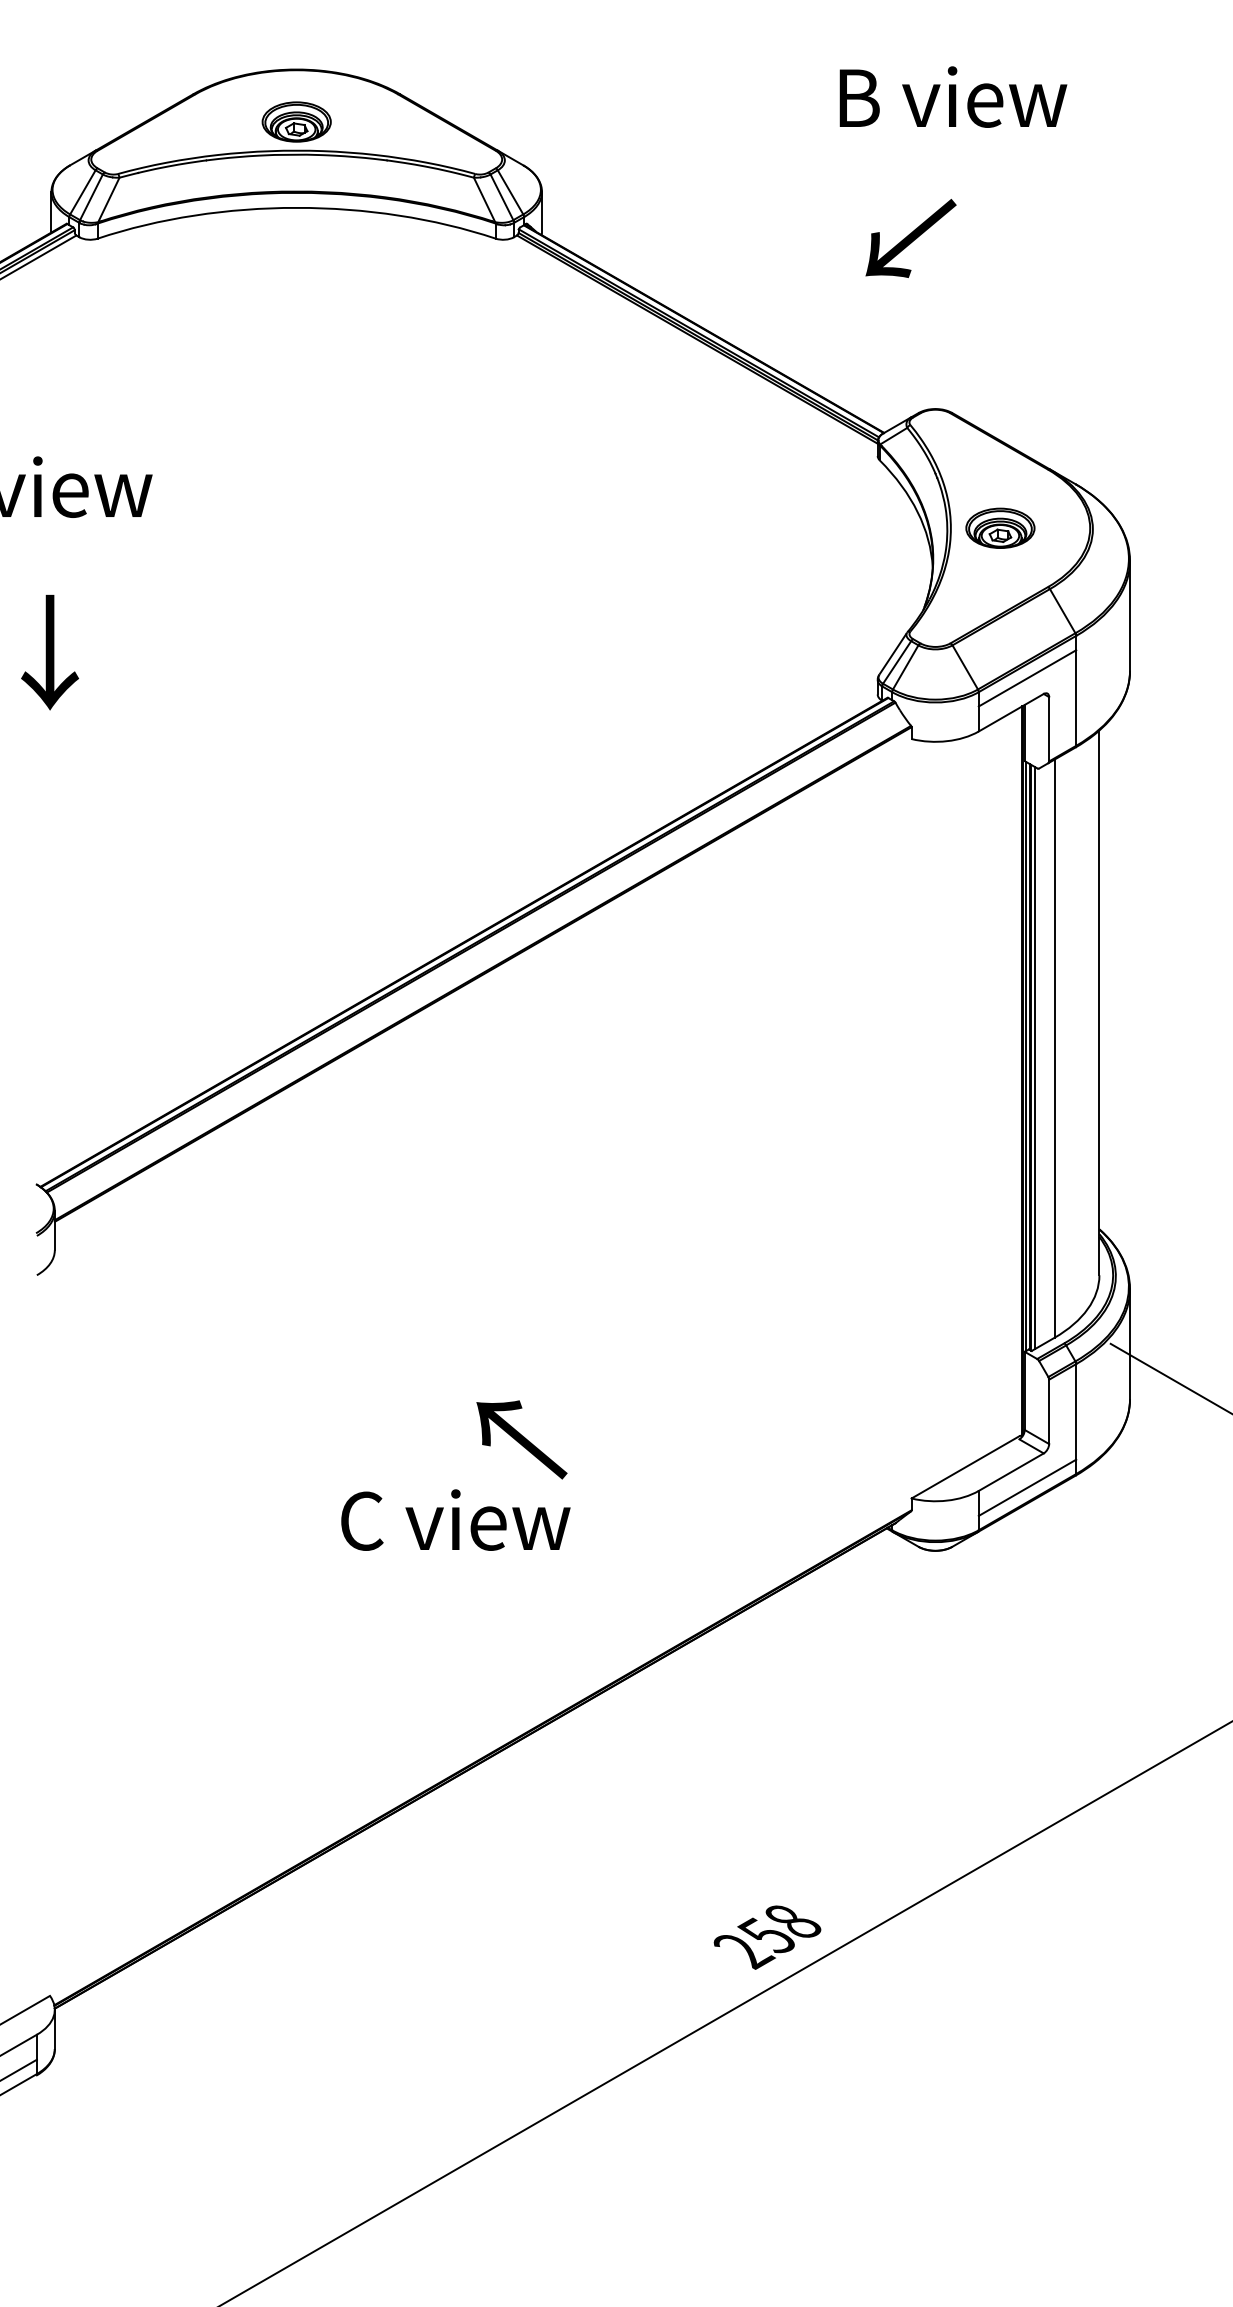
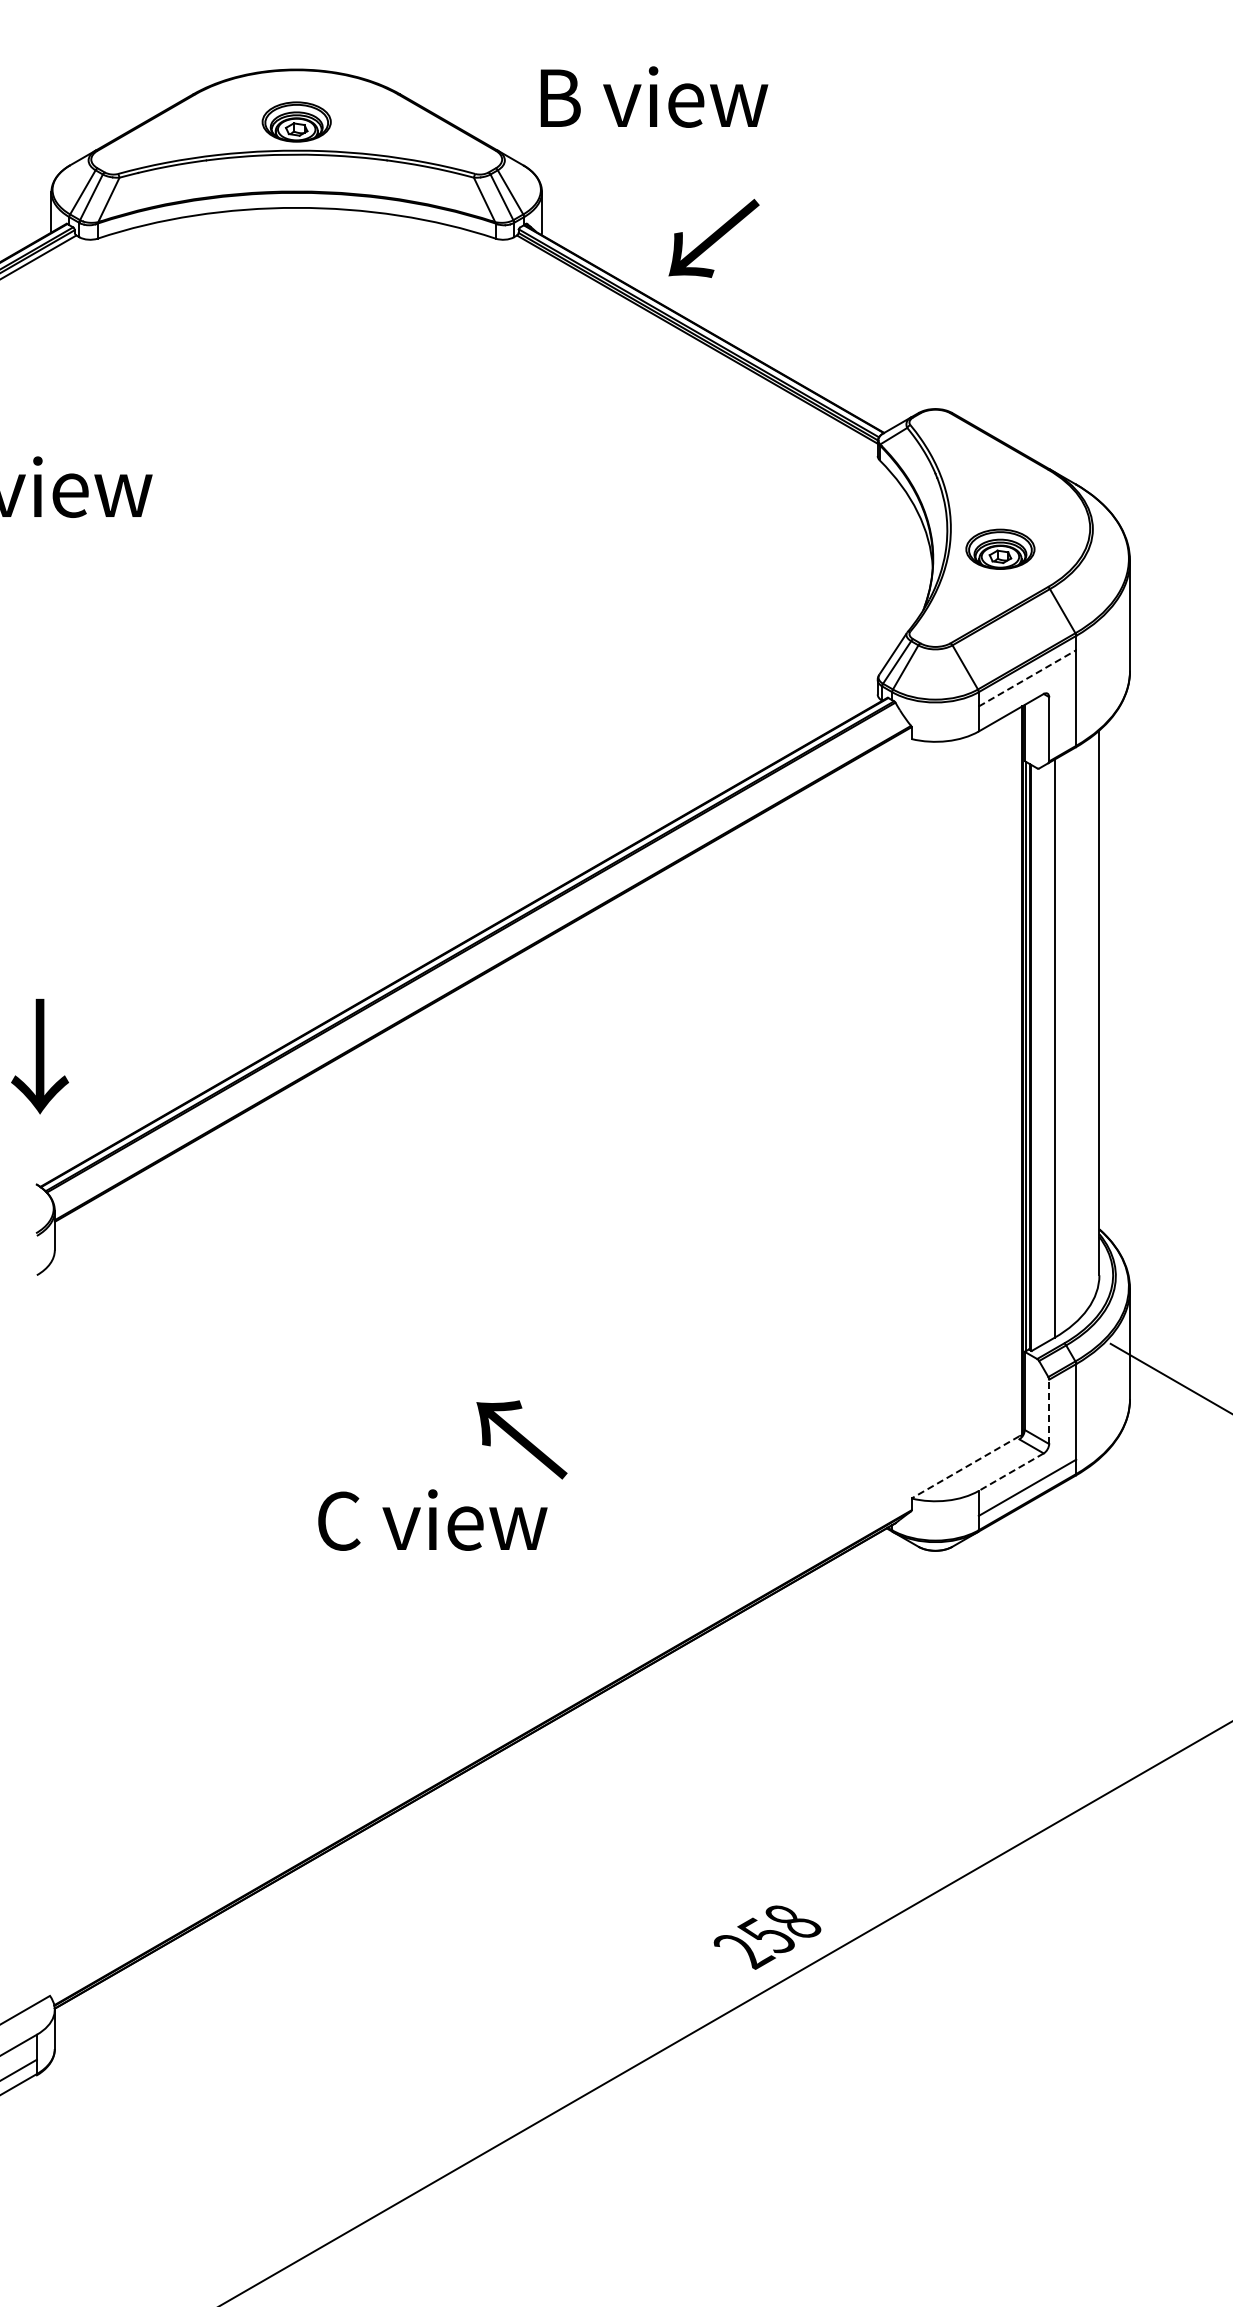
text at (953, 96) position: (953, 96) -> (654, 96)
text at (910, 238) position: (910, 238) -> (713, 238)
part at (1000, 527) position: (1000, 527) -> (1000, 548)
text at (49, 652) position: (49, 652) -> (39, 1056)
line at (1027, 678): solid -> dashed
line at (1034, 1057): present -> none
line at (1049, 1411): solid -> dashed
line at (965, 1467): solid -> dashed
line at (1011, 1472): solid -> dashed
text at (455, 1519) position: (455, 1519) -> (432, 1519)
